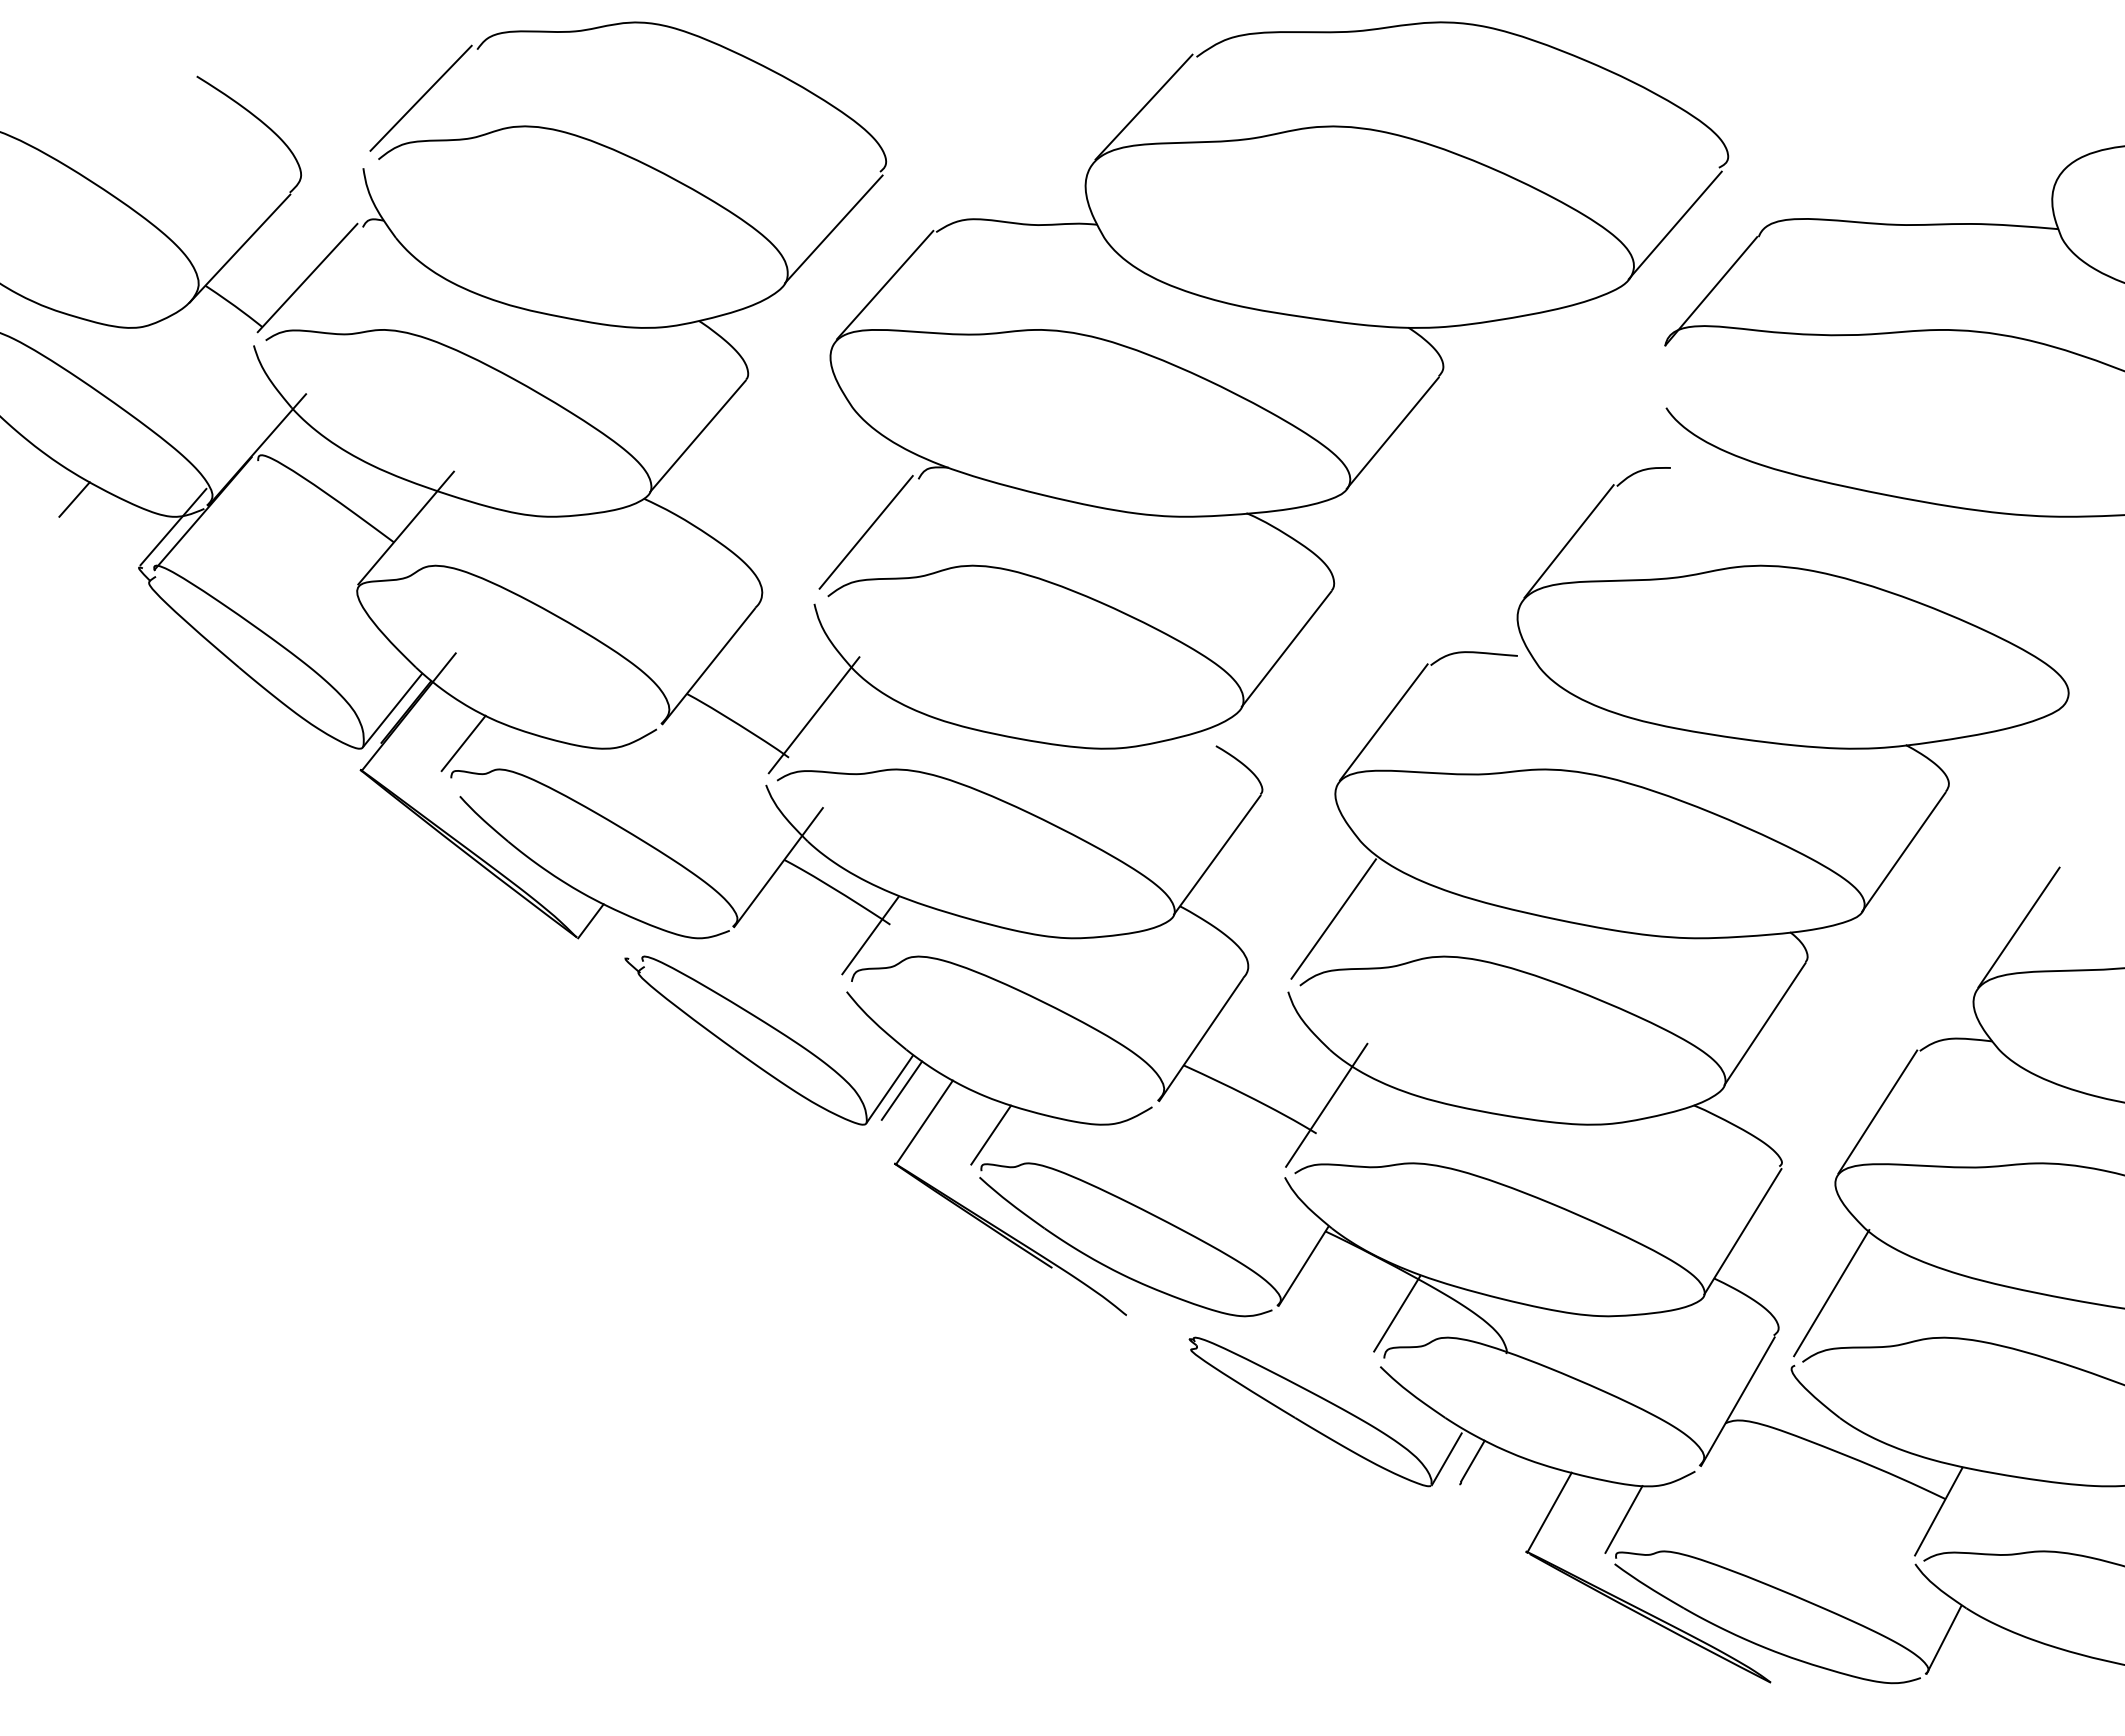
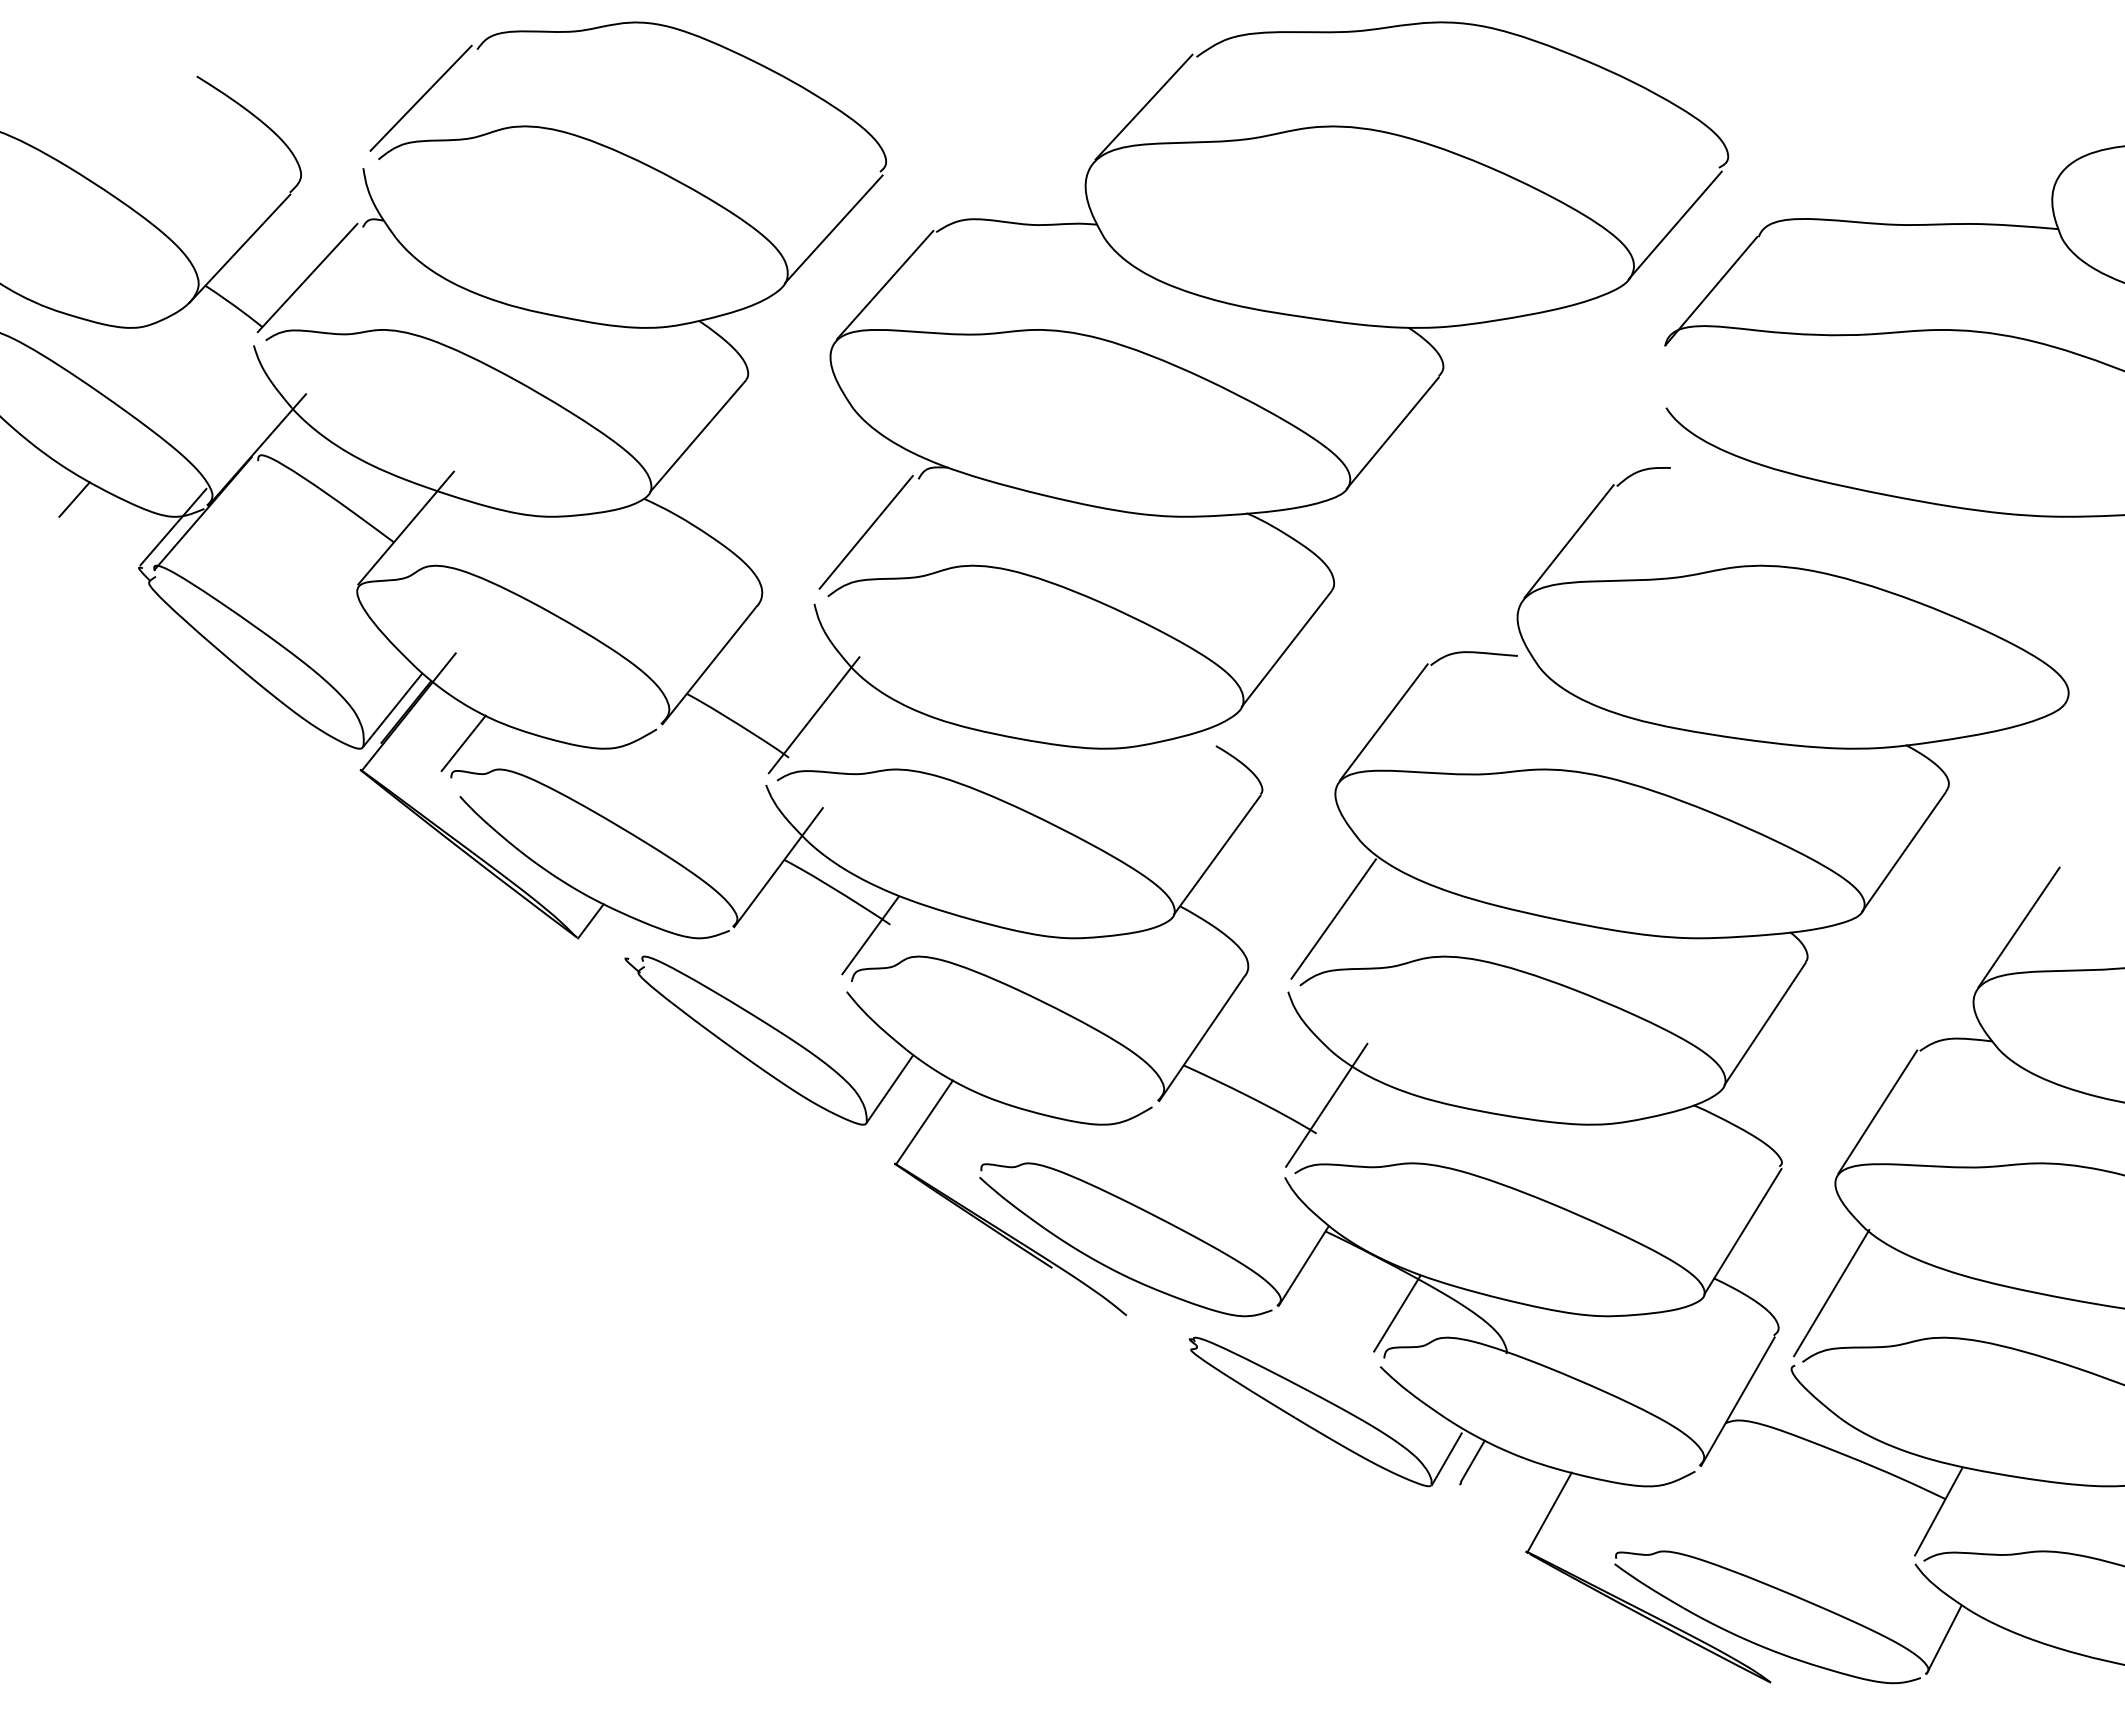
line at (901, 1090): present -> none
line at (991, 1134): present -> none
line at (1623, 1519): present -> none
